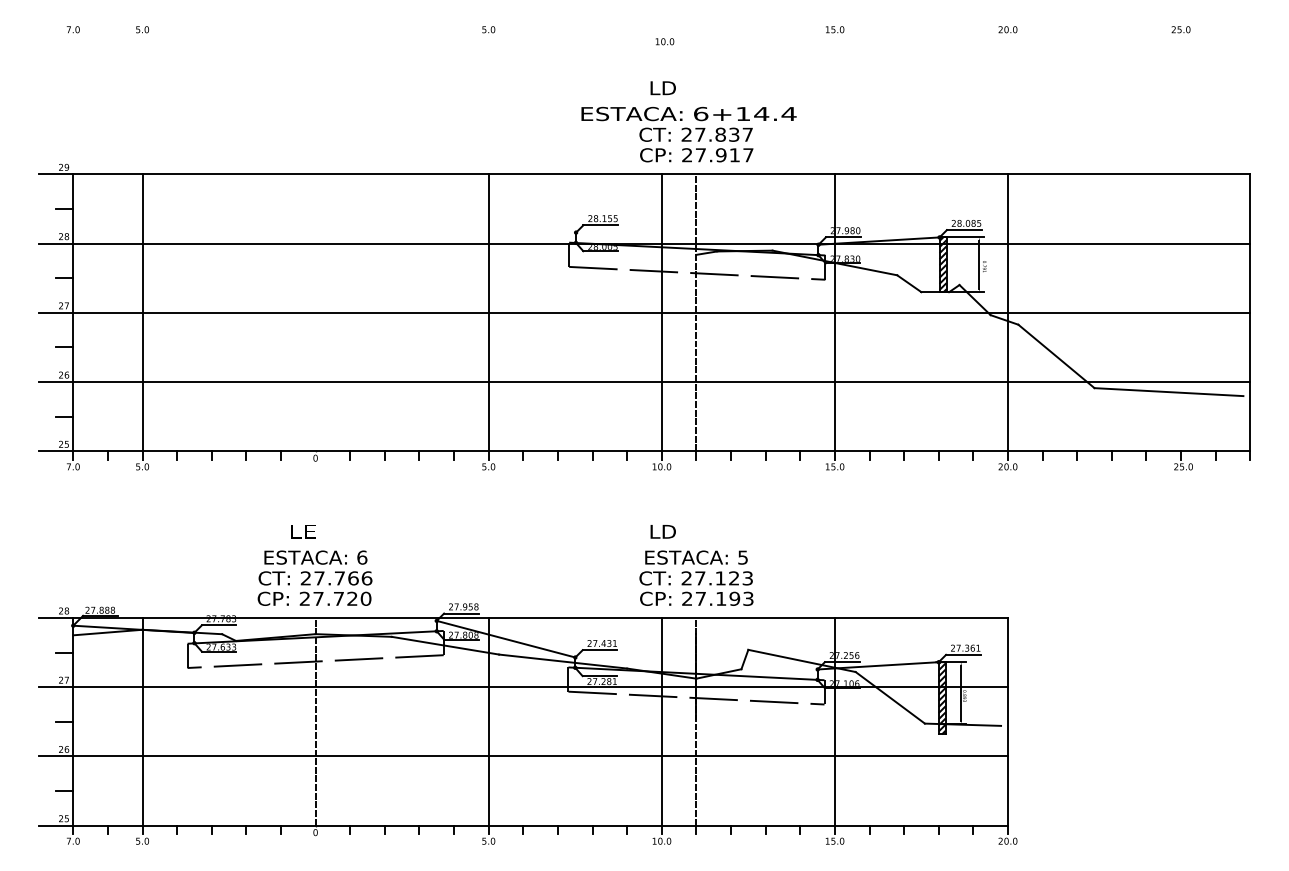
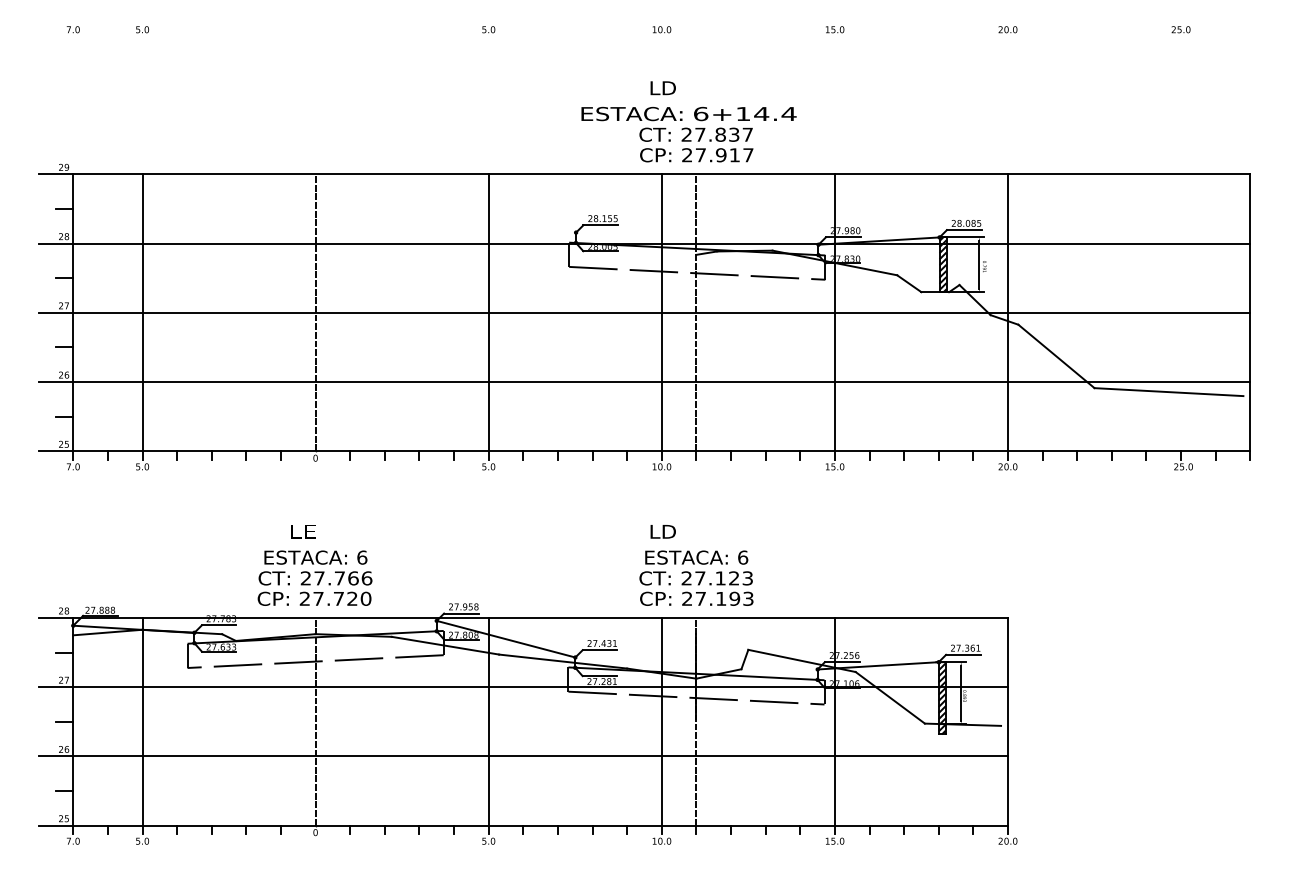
text at (664, 41) position: (664, 41) -> (661, 29)
line at (315, 312): none -> present
text at (743, 557): 5 -> 6
